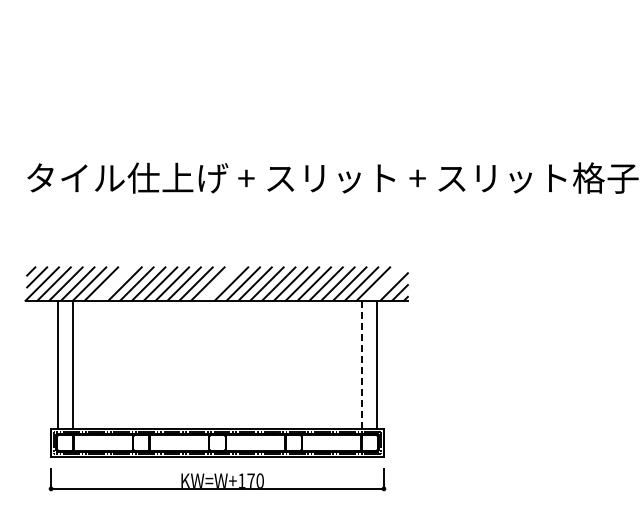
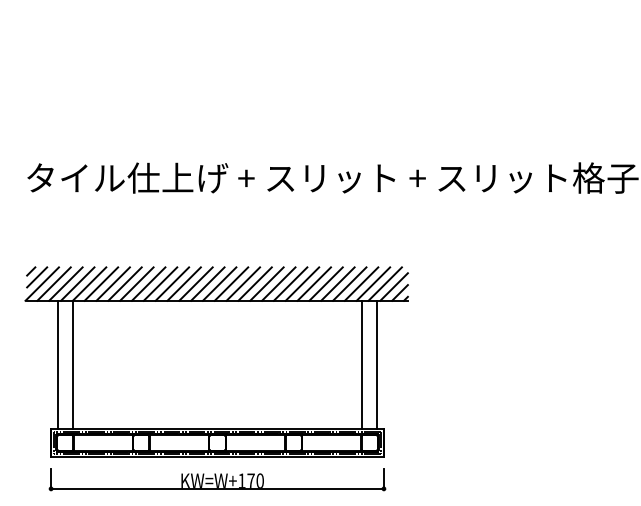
line at (112, 283): none -> present
line at (219, 283): none -> present
line at (384, 283): none -> present
line at (362, 364): dashed -> solid
